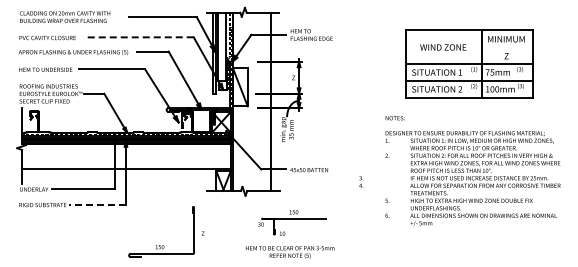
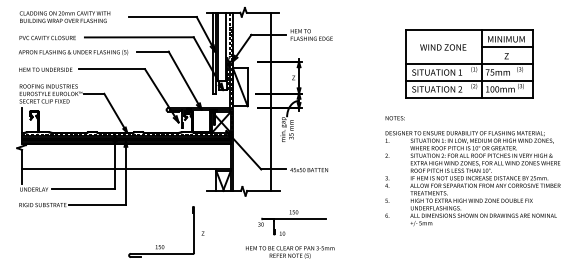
line at (138, 37): dashed -> solid
line at (507, 47): none -> present
text at (361, 181) position: (361, 181) -> (387, 181)
line at (97, 204): dashed -> solid
